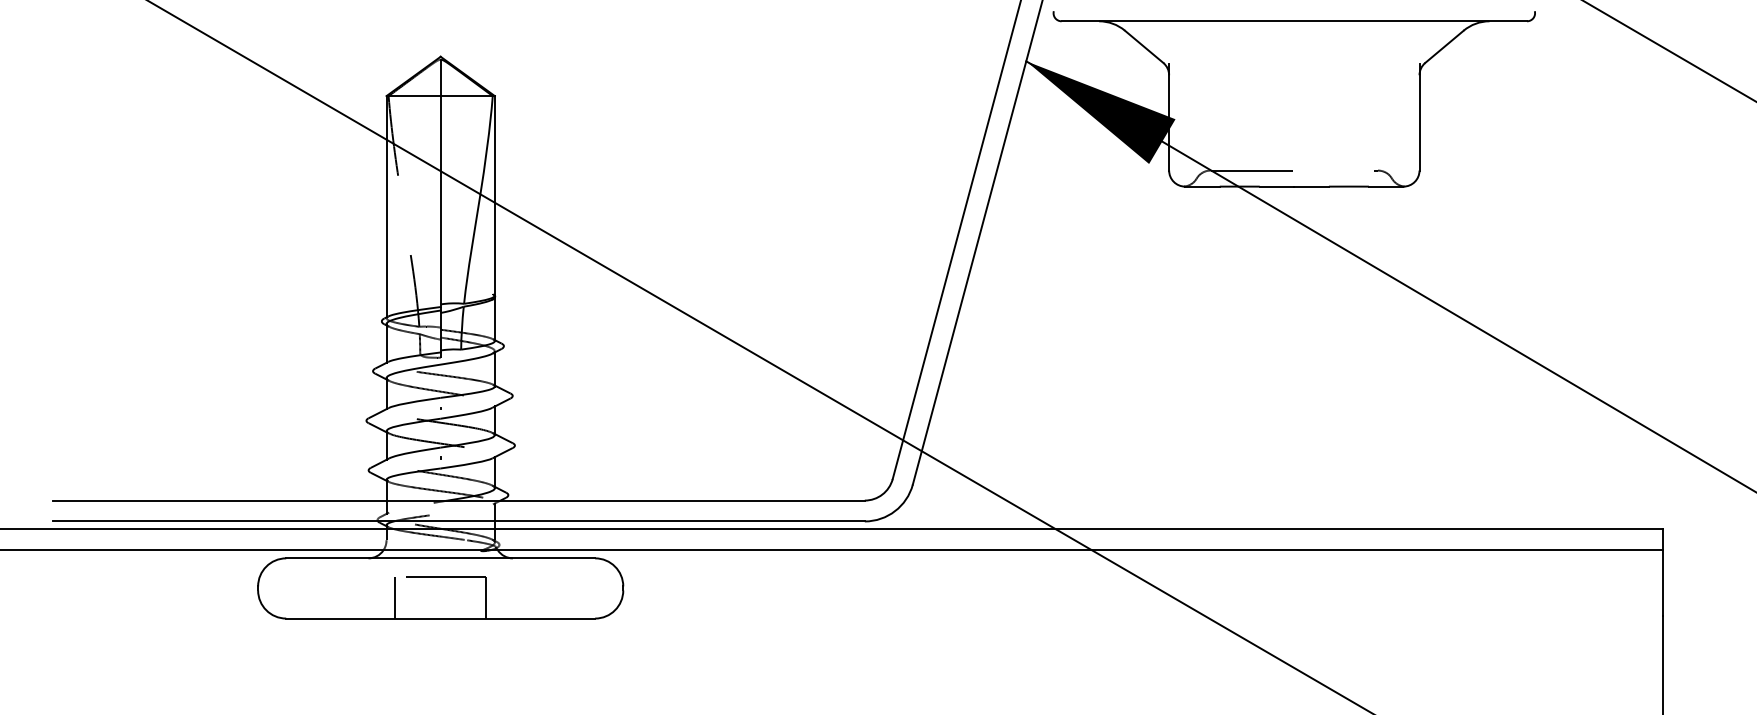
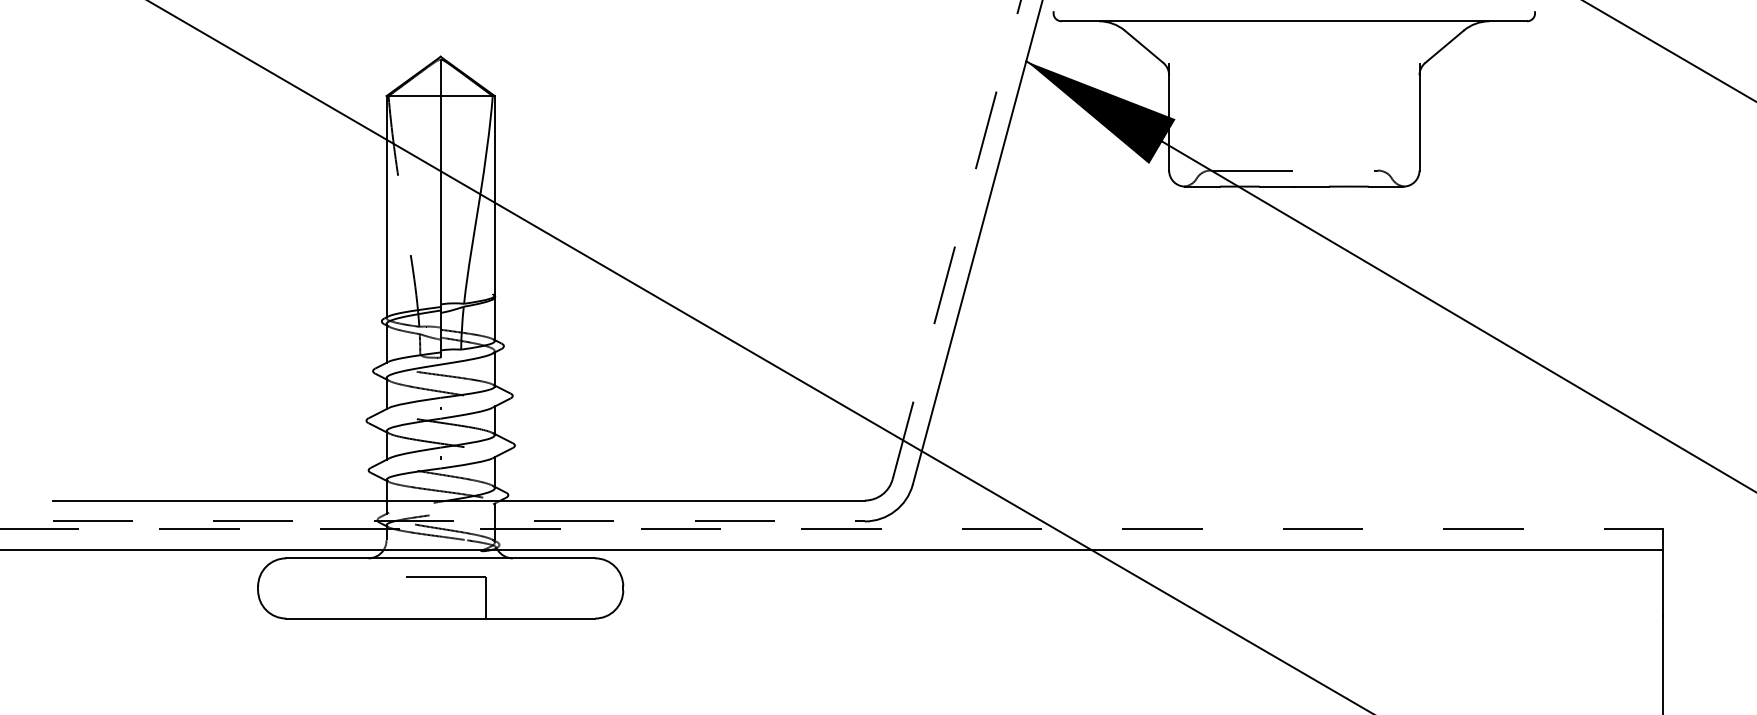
line at (956, 239): solid -> dashed
line at (459, 521): solid -> dashed
line at (831, 529): solid -> dashed
line at (395, 597): present -> none
